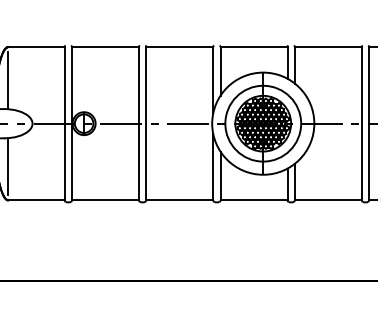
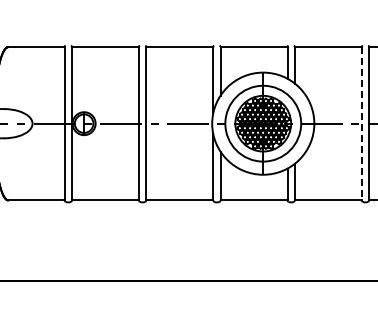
line at (8, 80): present -> none
line at (361, 123): solid -> dashed
line at (8, 166): present -> none
